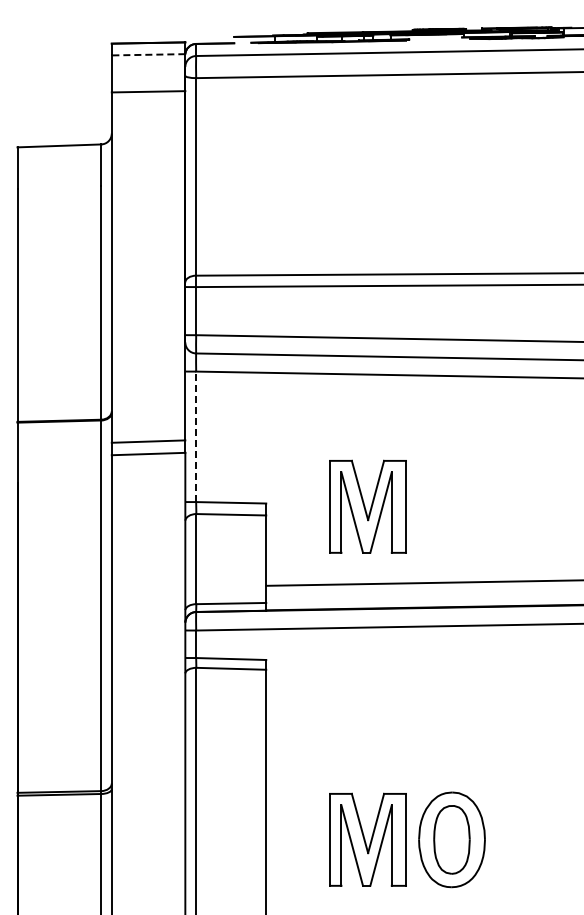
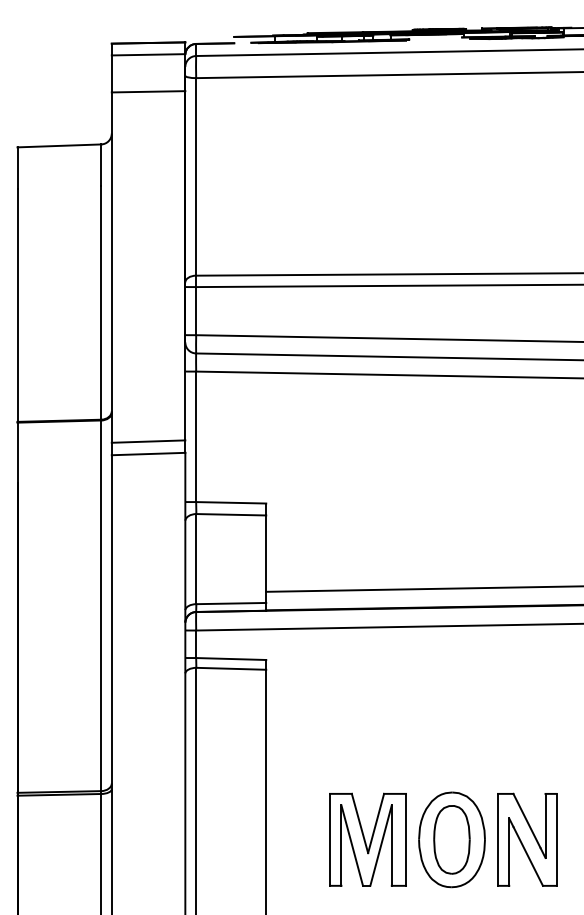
line at (148, 54): dashed -> solid
line at (196, 436): dashed -> solid
part at (367, 506): present -> none
line at (423, 582) position: (423, 582) -> (423, 588)
part at (527, 839): none -> present
